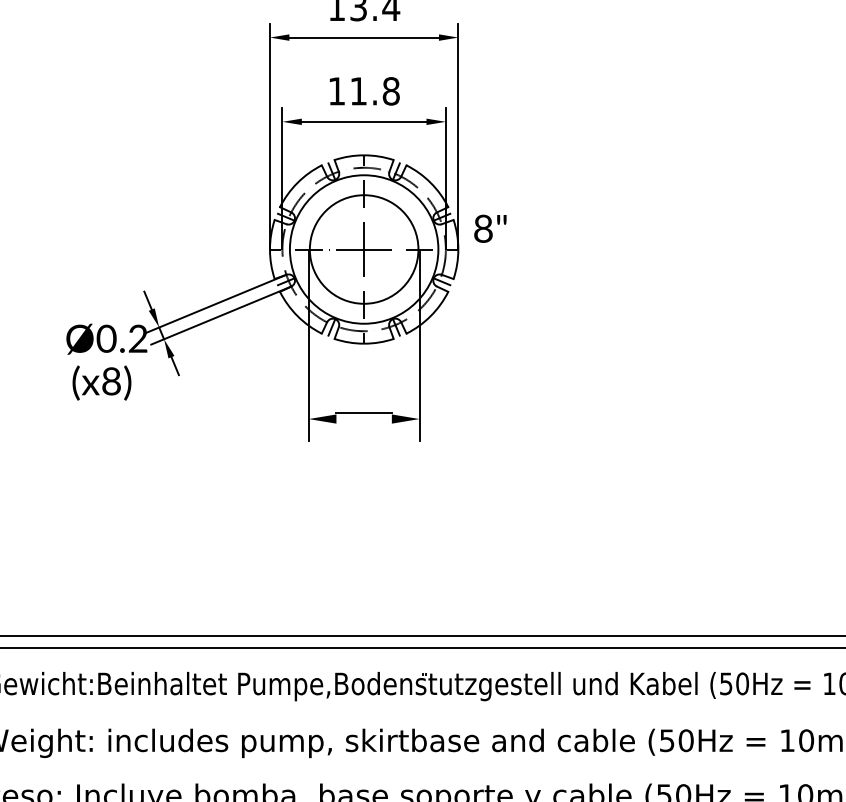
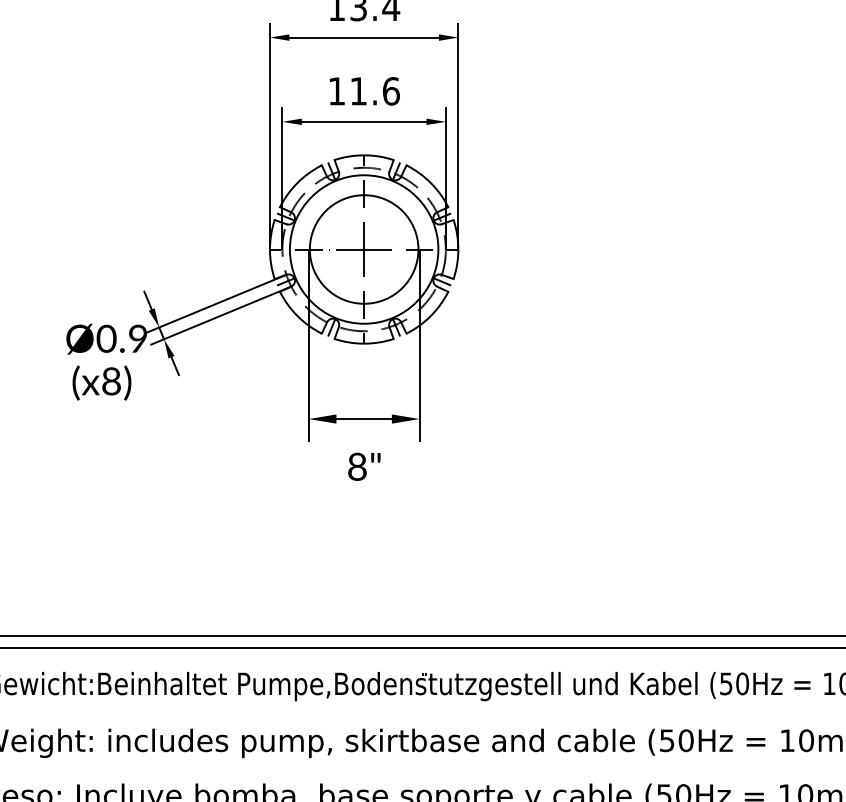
text at (390, 91): 11.8 -> 11.6
text at (490, 228) position: (490, 228) -> (364, 466)
text at (137, 338): Ø0.2 -> Ø0.9
line at (363, 413) position: (363, 413) -> (363, 419)
